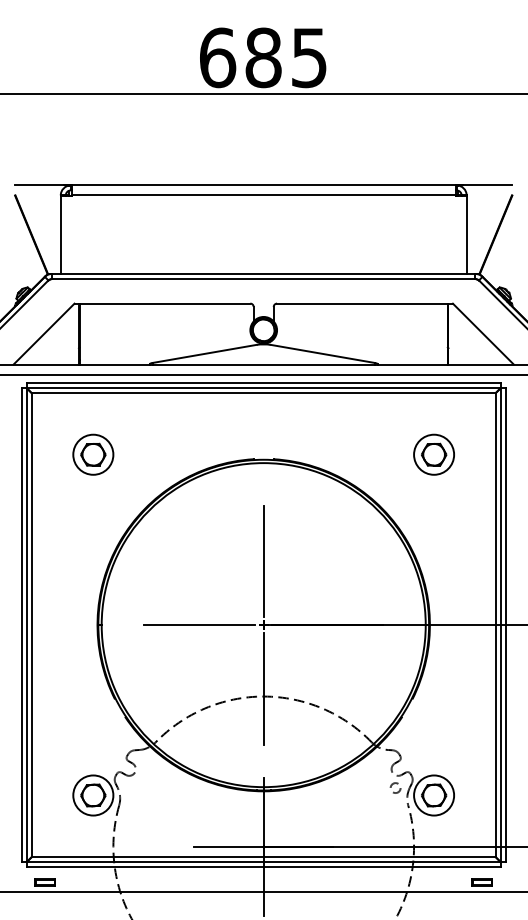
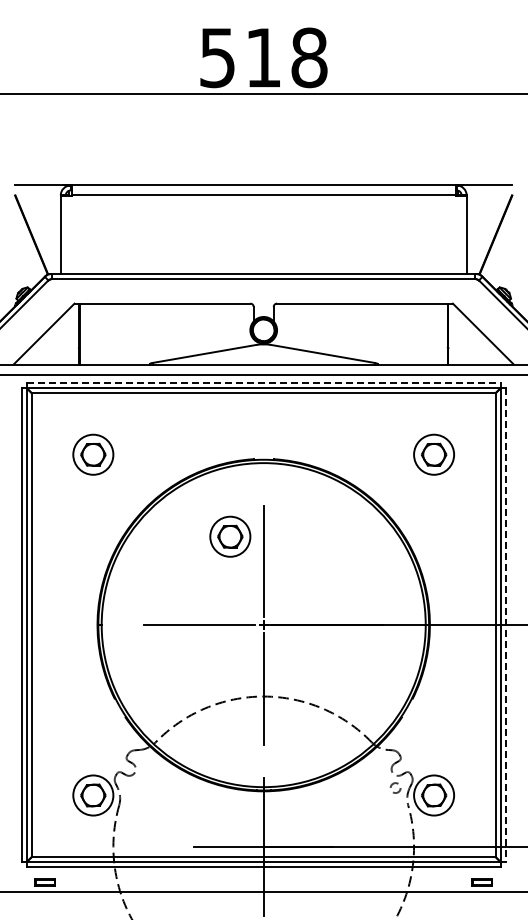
text at (263, 57): 685 -> 518
line at (263, 382): solid -> dashed
part at (230, 536): none -> present
line at (505, 625): solid -> dashed
